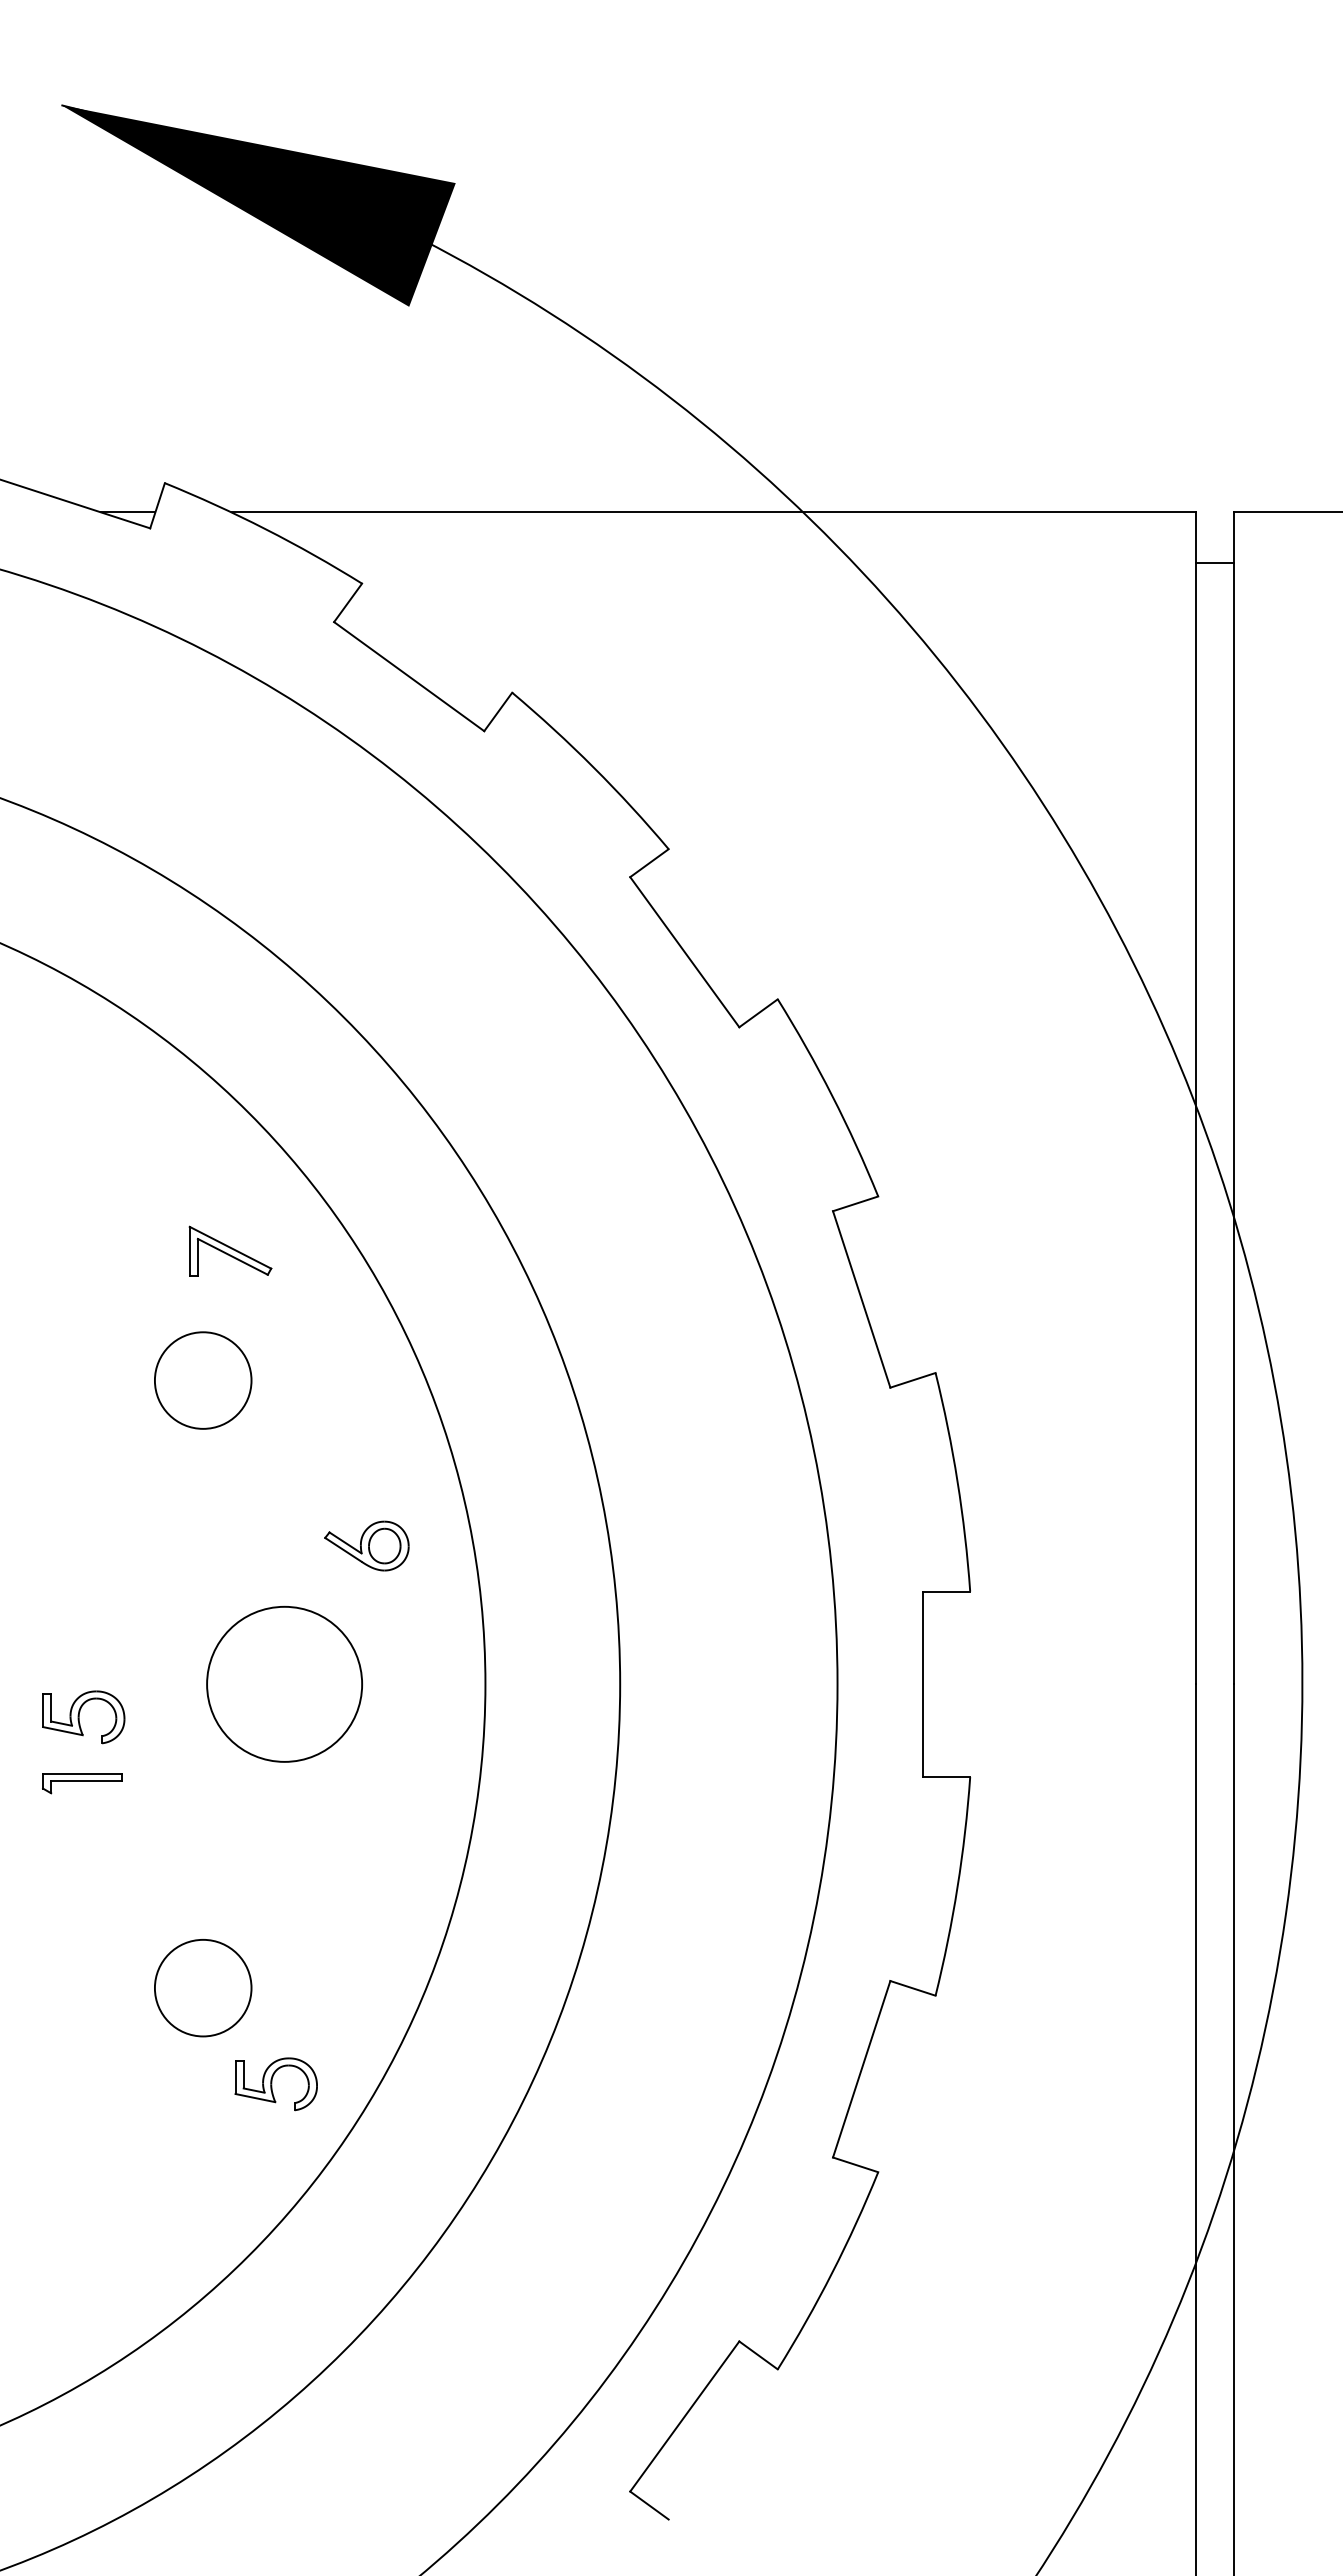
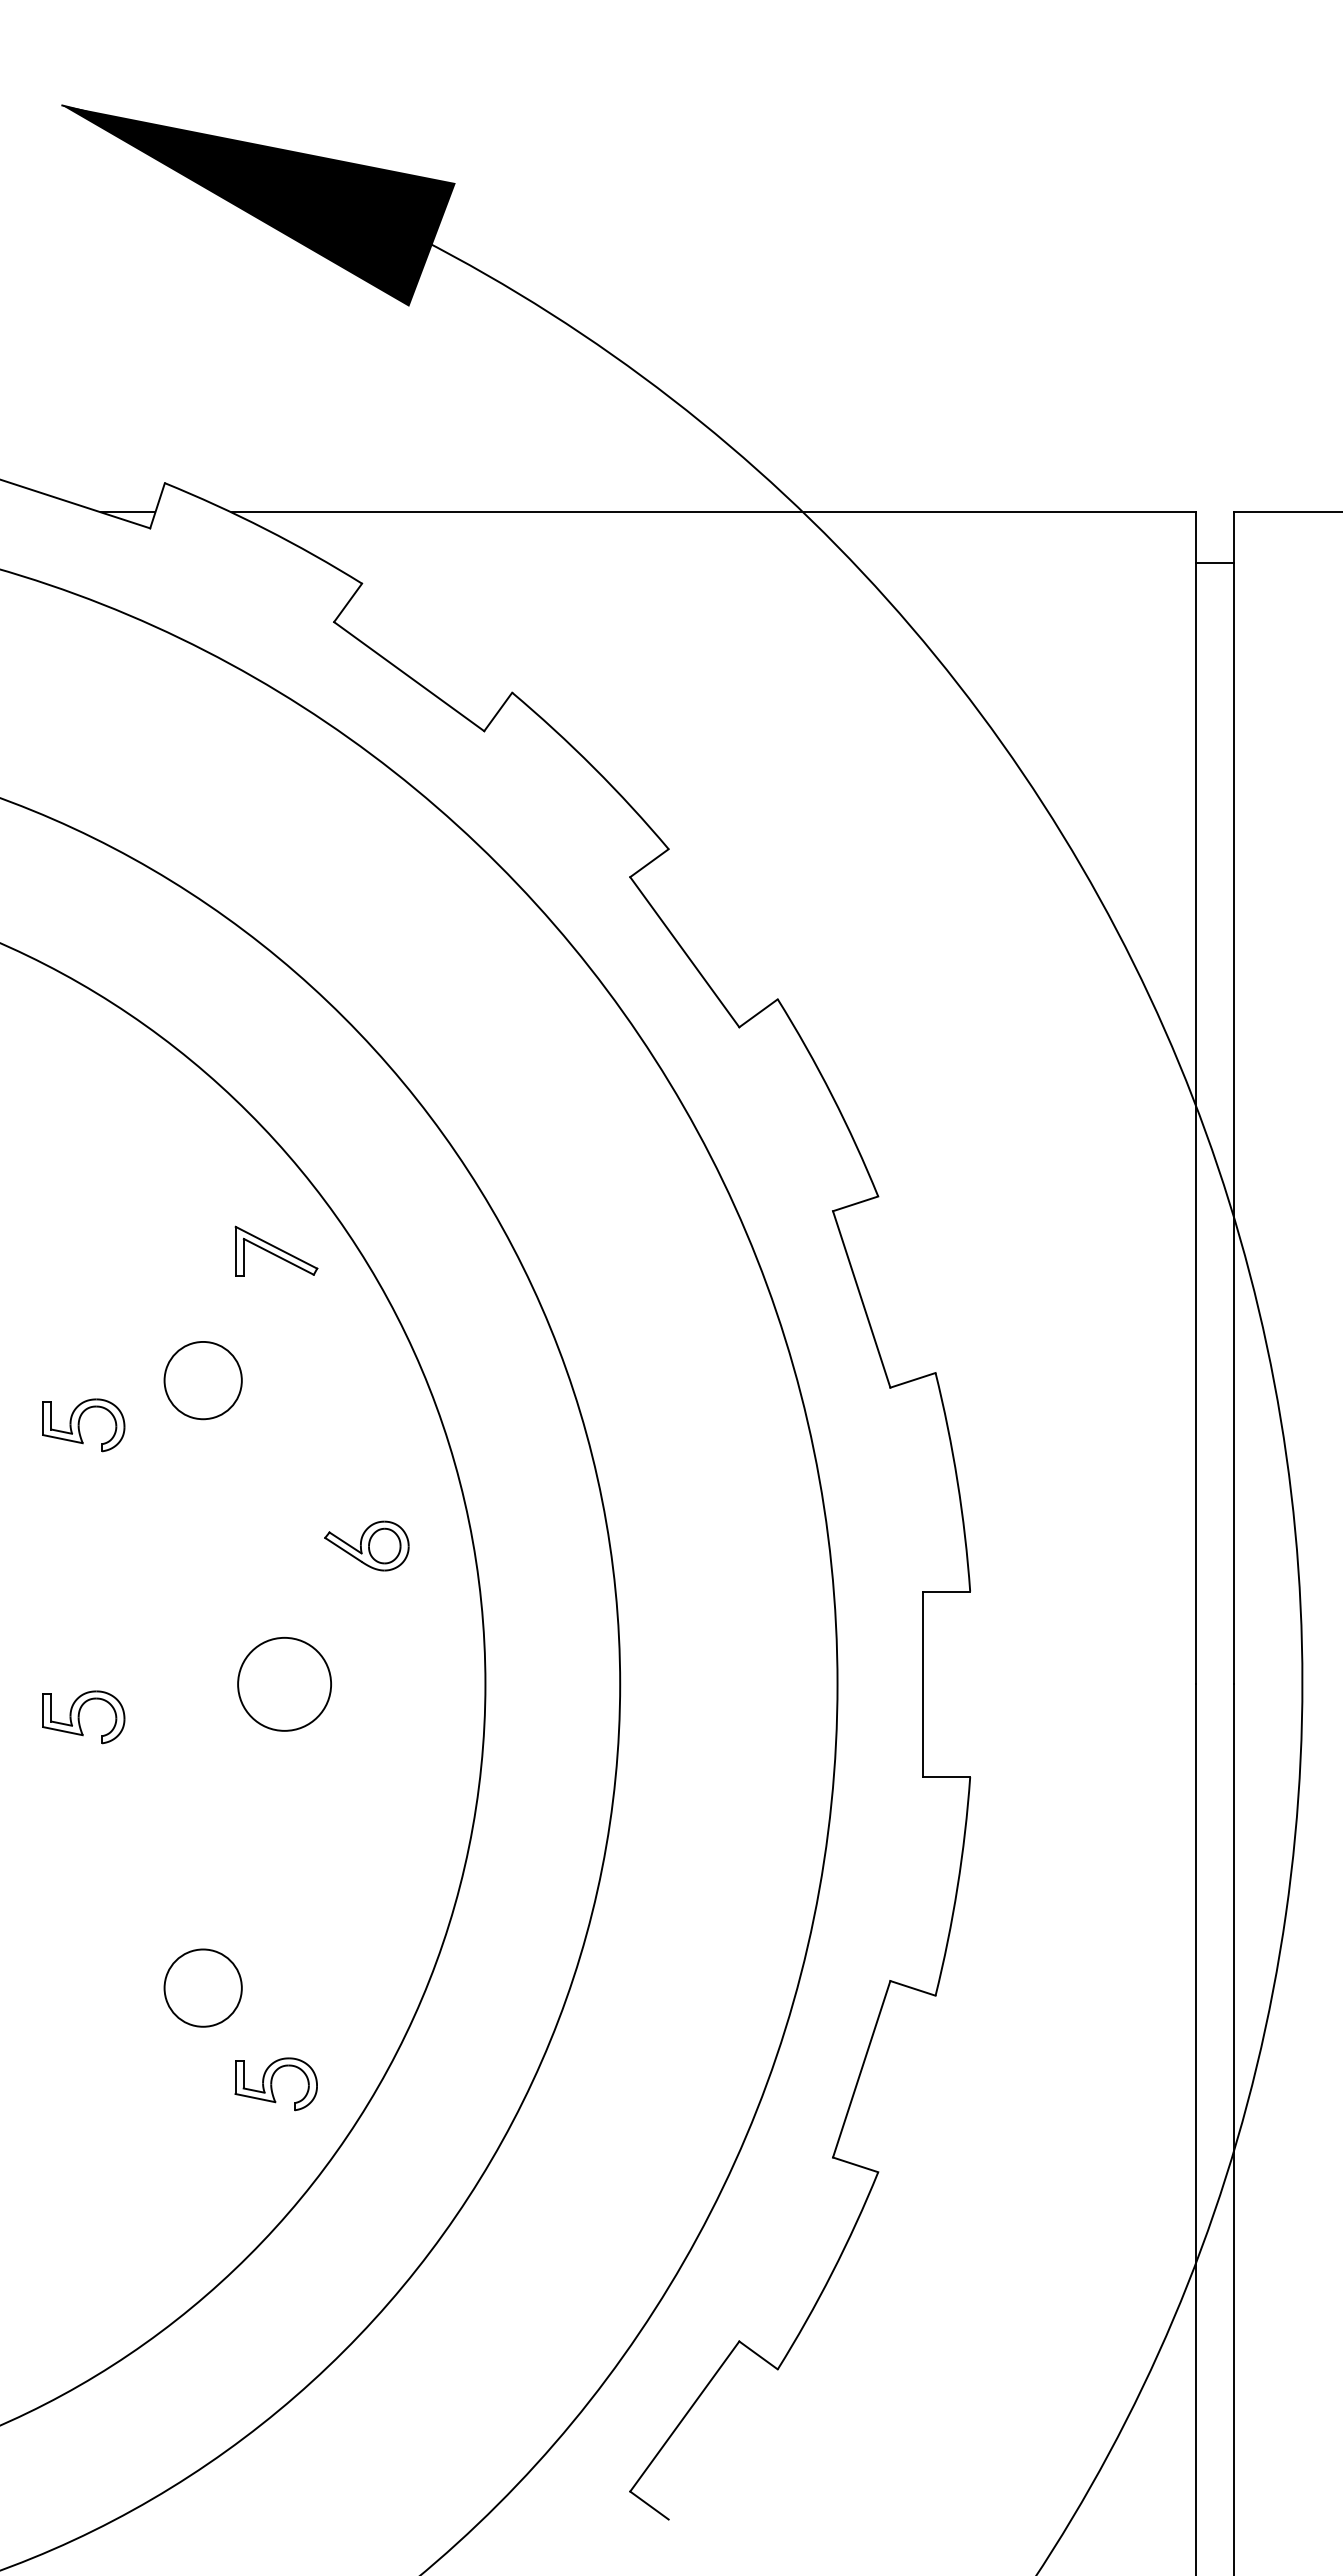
part at (230, 1250) position: (230, 1250) -> (276, 1250)
circle at (202, 1380) diameter: 97 px -> 77 px
part at (83, 1425): none -> present
circle at (284, 1683) diameter: 155 px -> 93 px
part at (82, 1783): present -> none
circle at (202, 1987) diameter: 97 px -> 77 px
